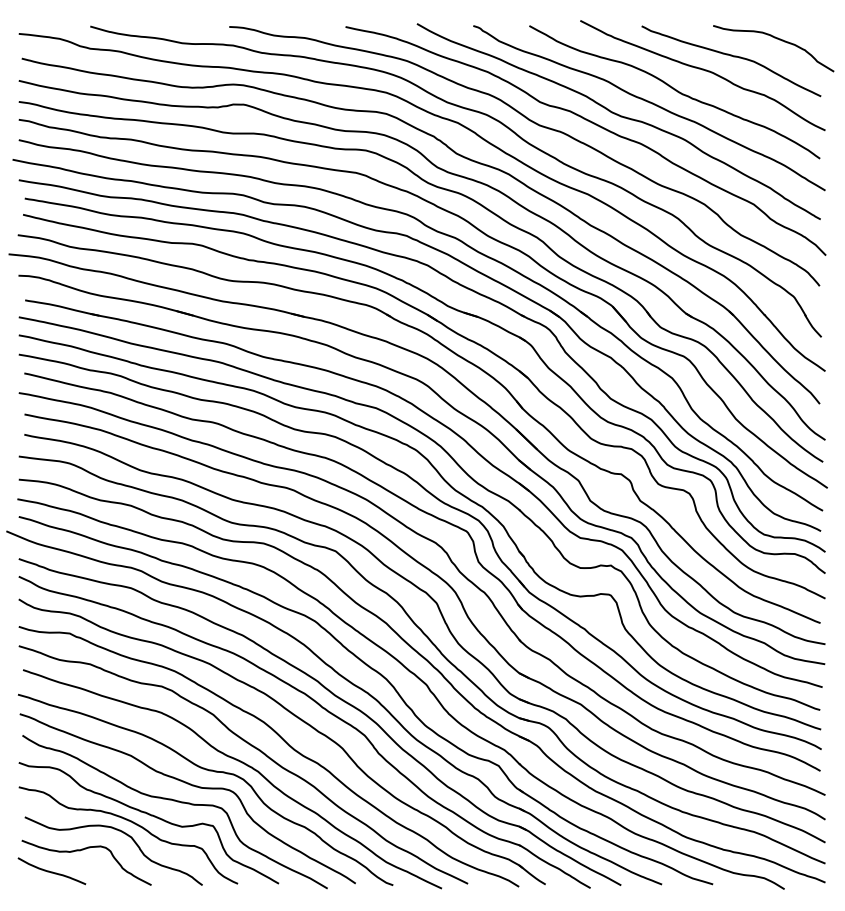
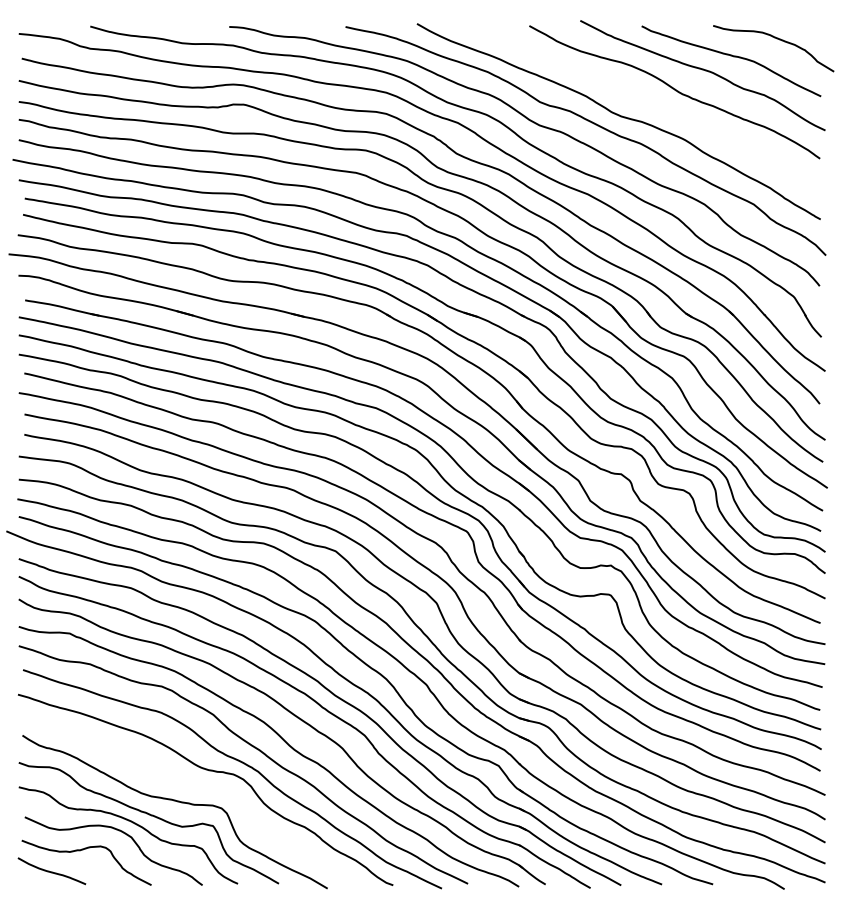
curve at (649, 103): present -> none
curve at (192, 786): present -> none
